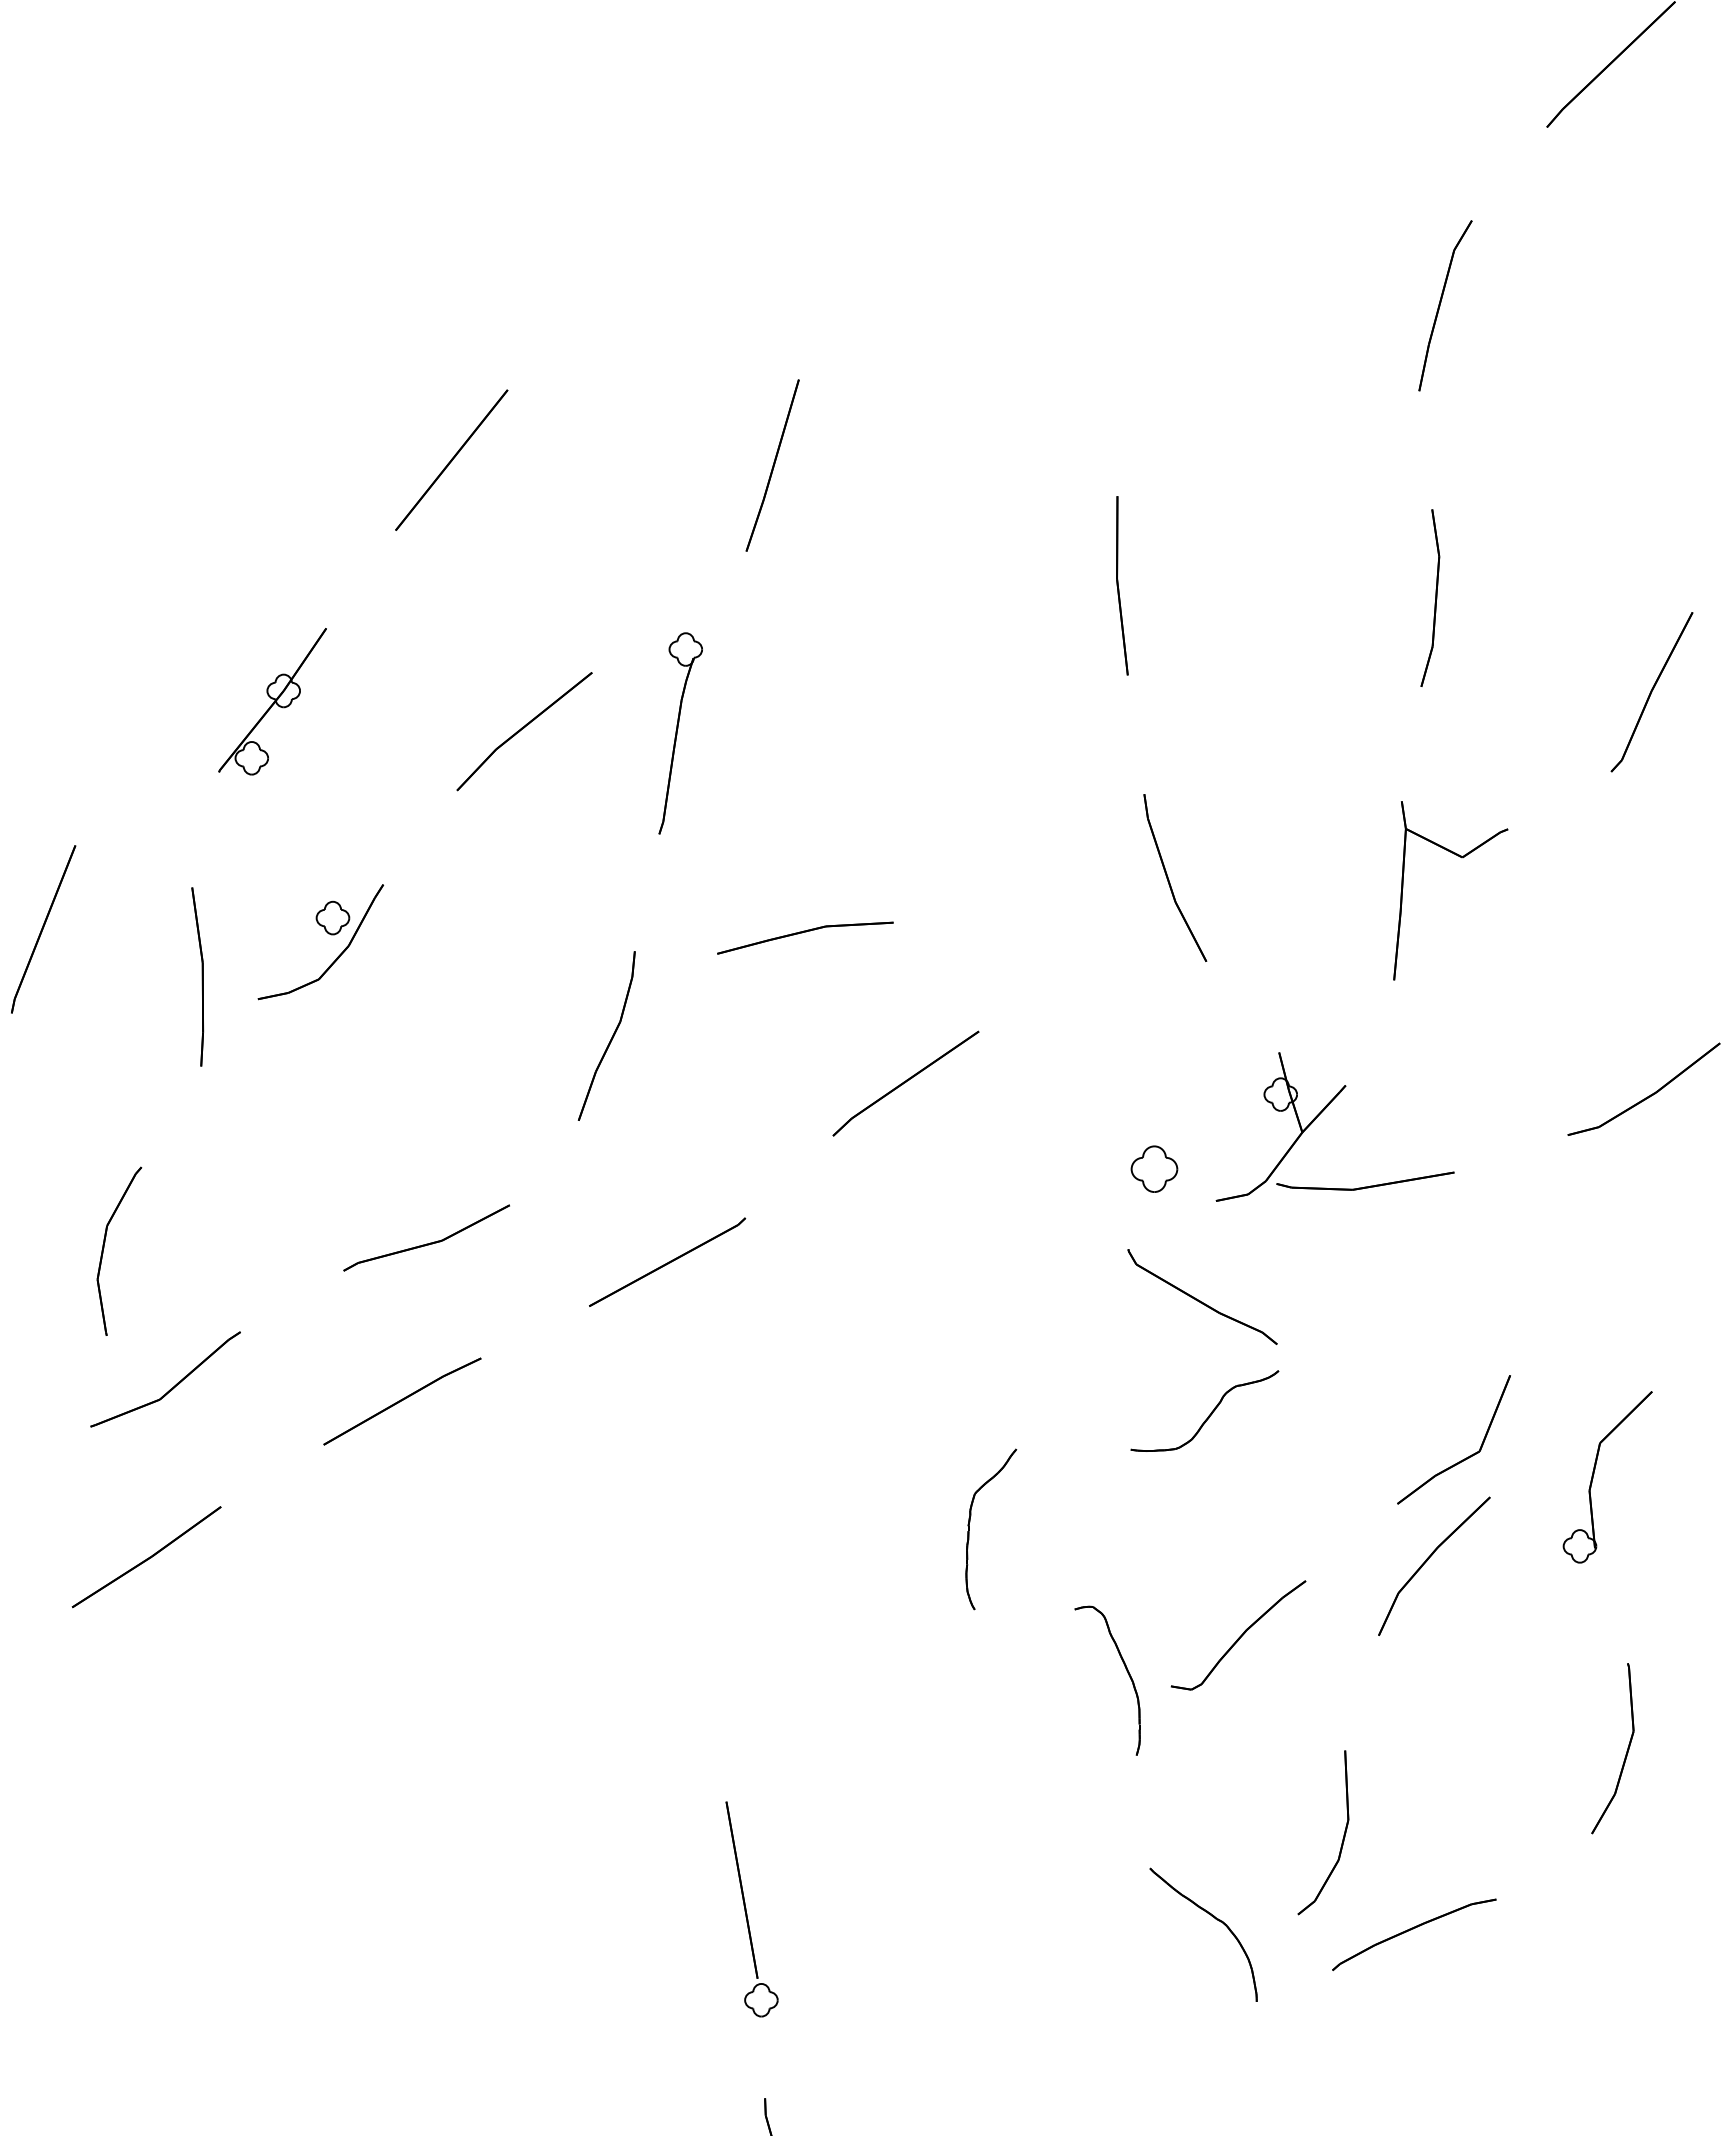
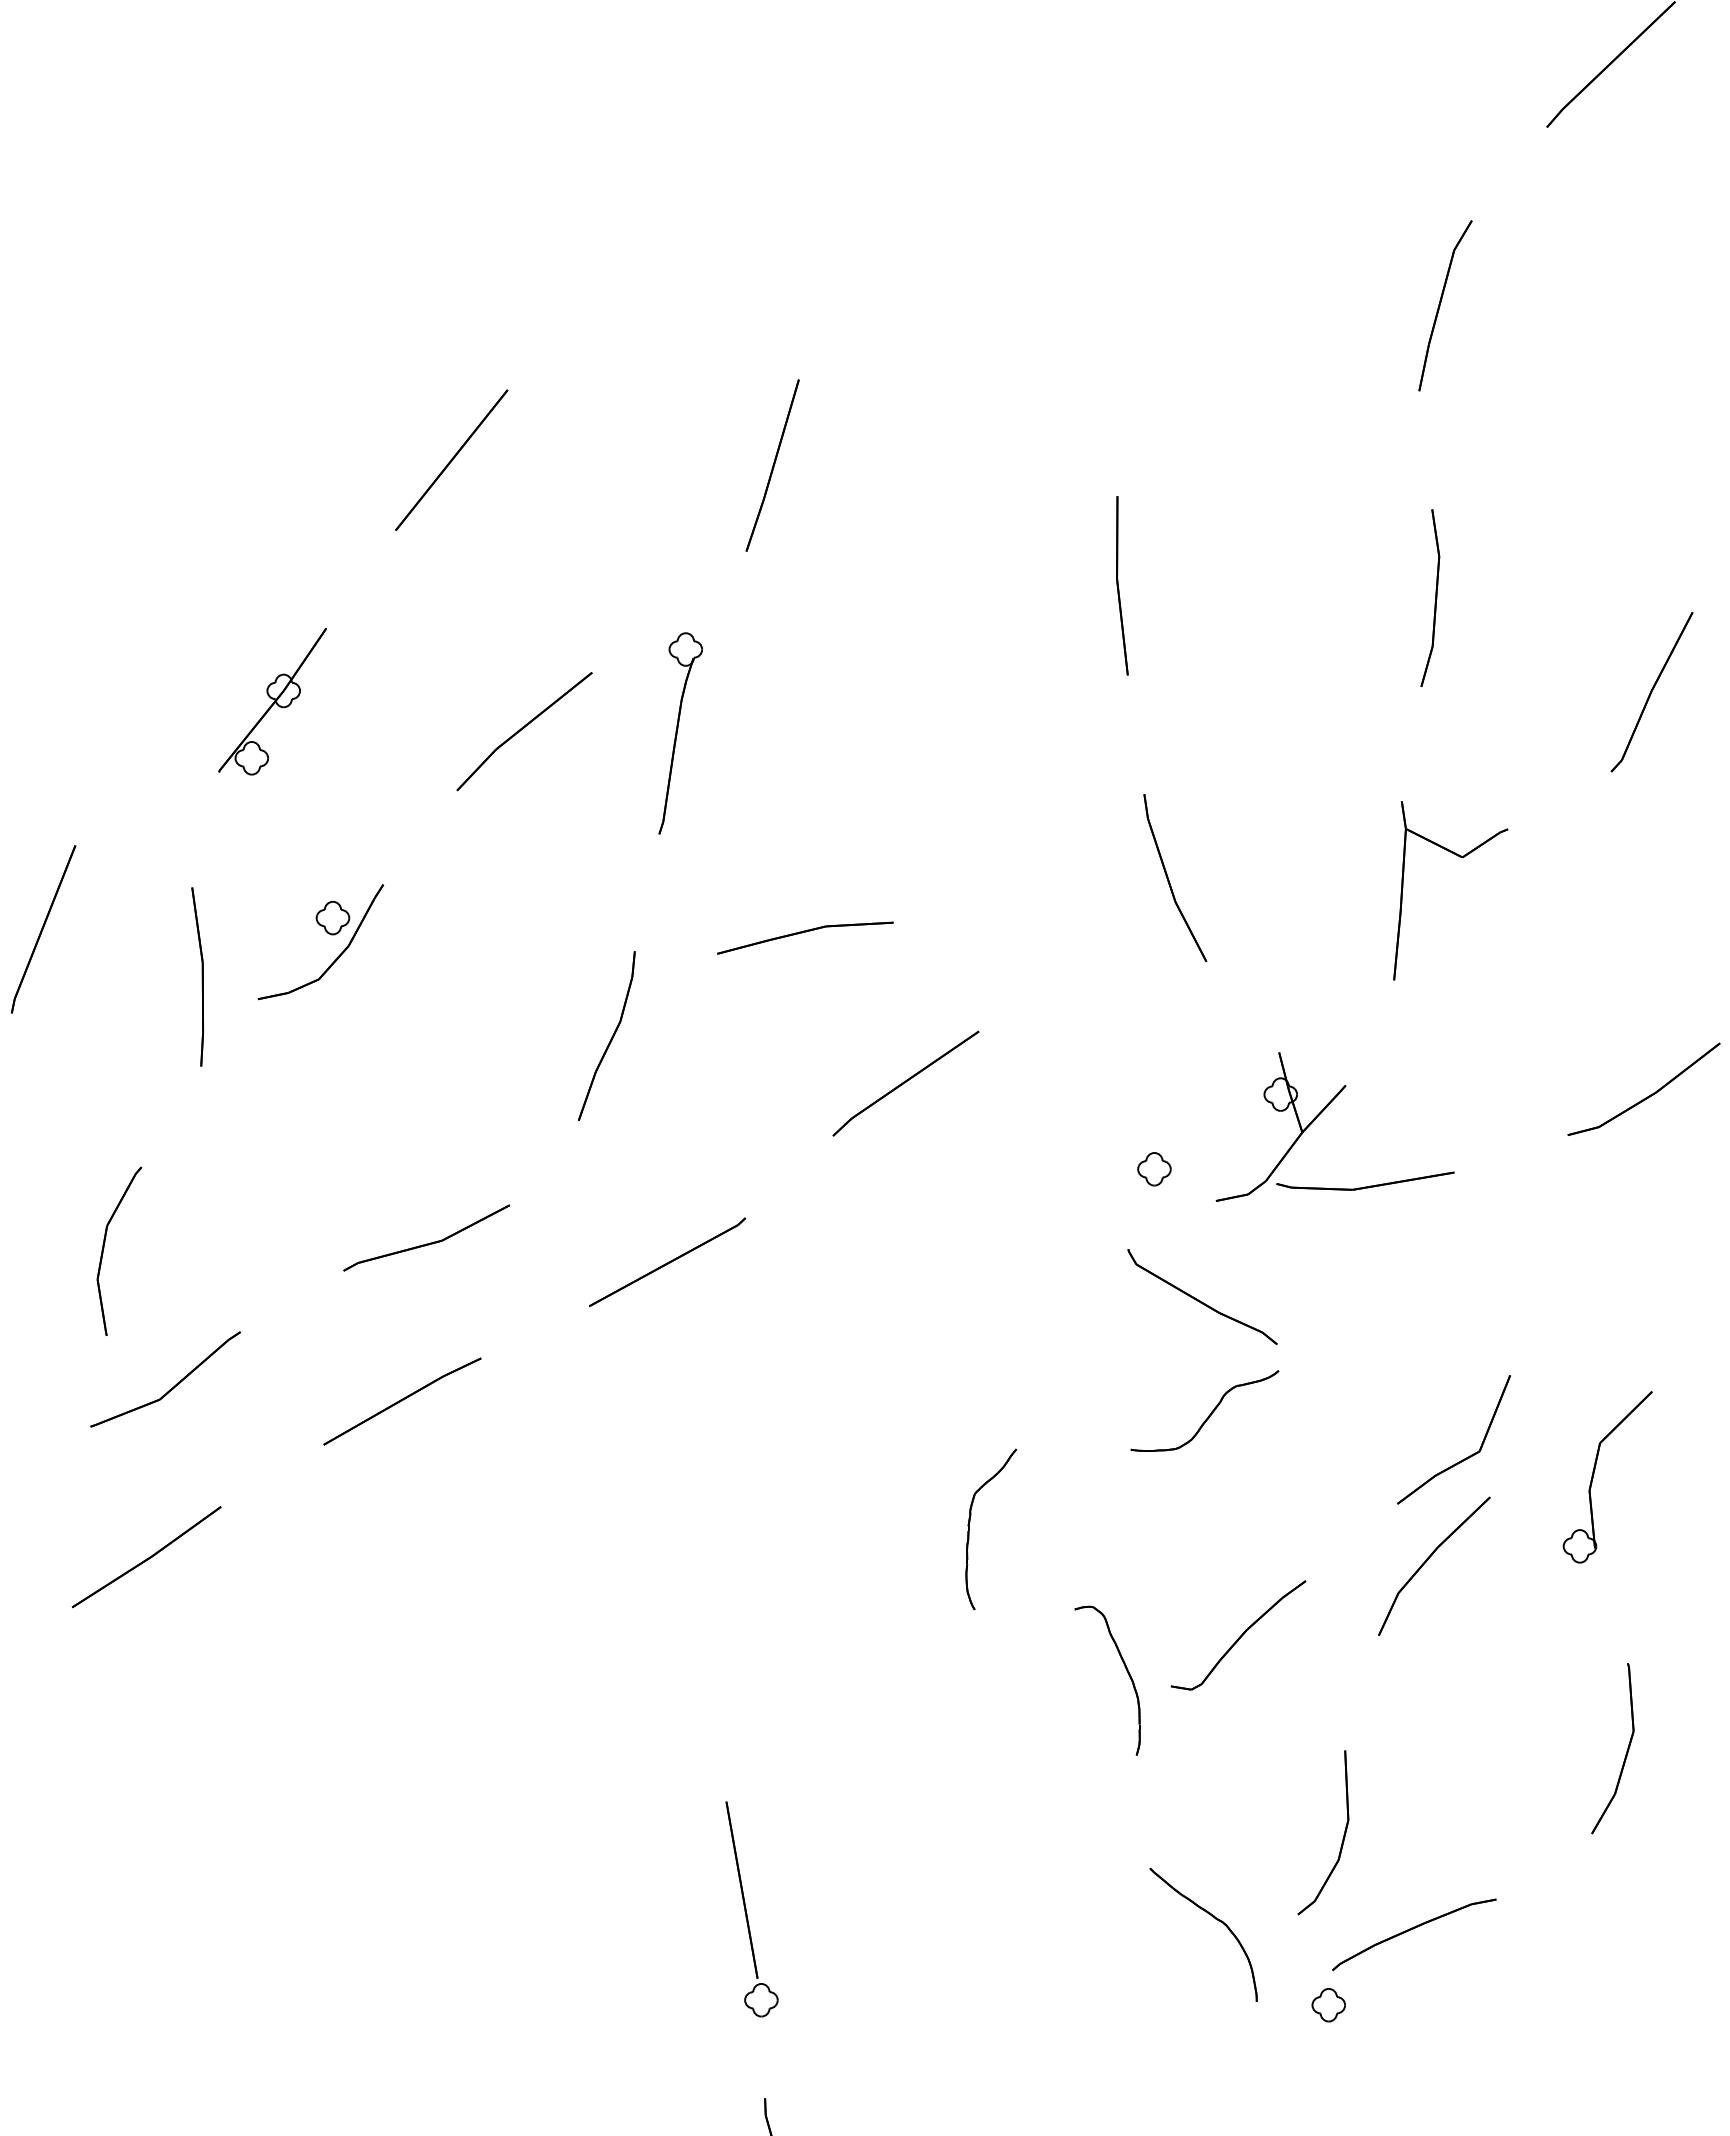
part at (1154, 1168) size: 49x48 px -> 35x35 px
part at (1328, 2005): none -> present
